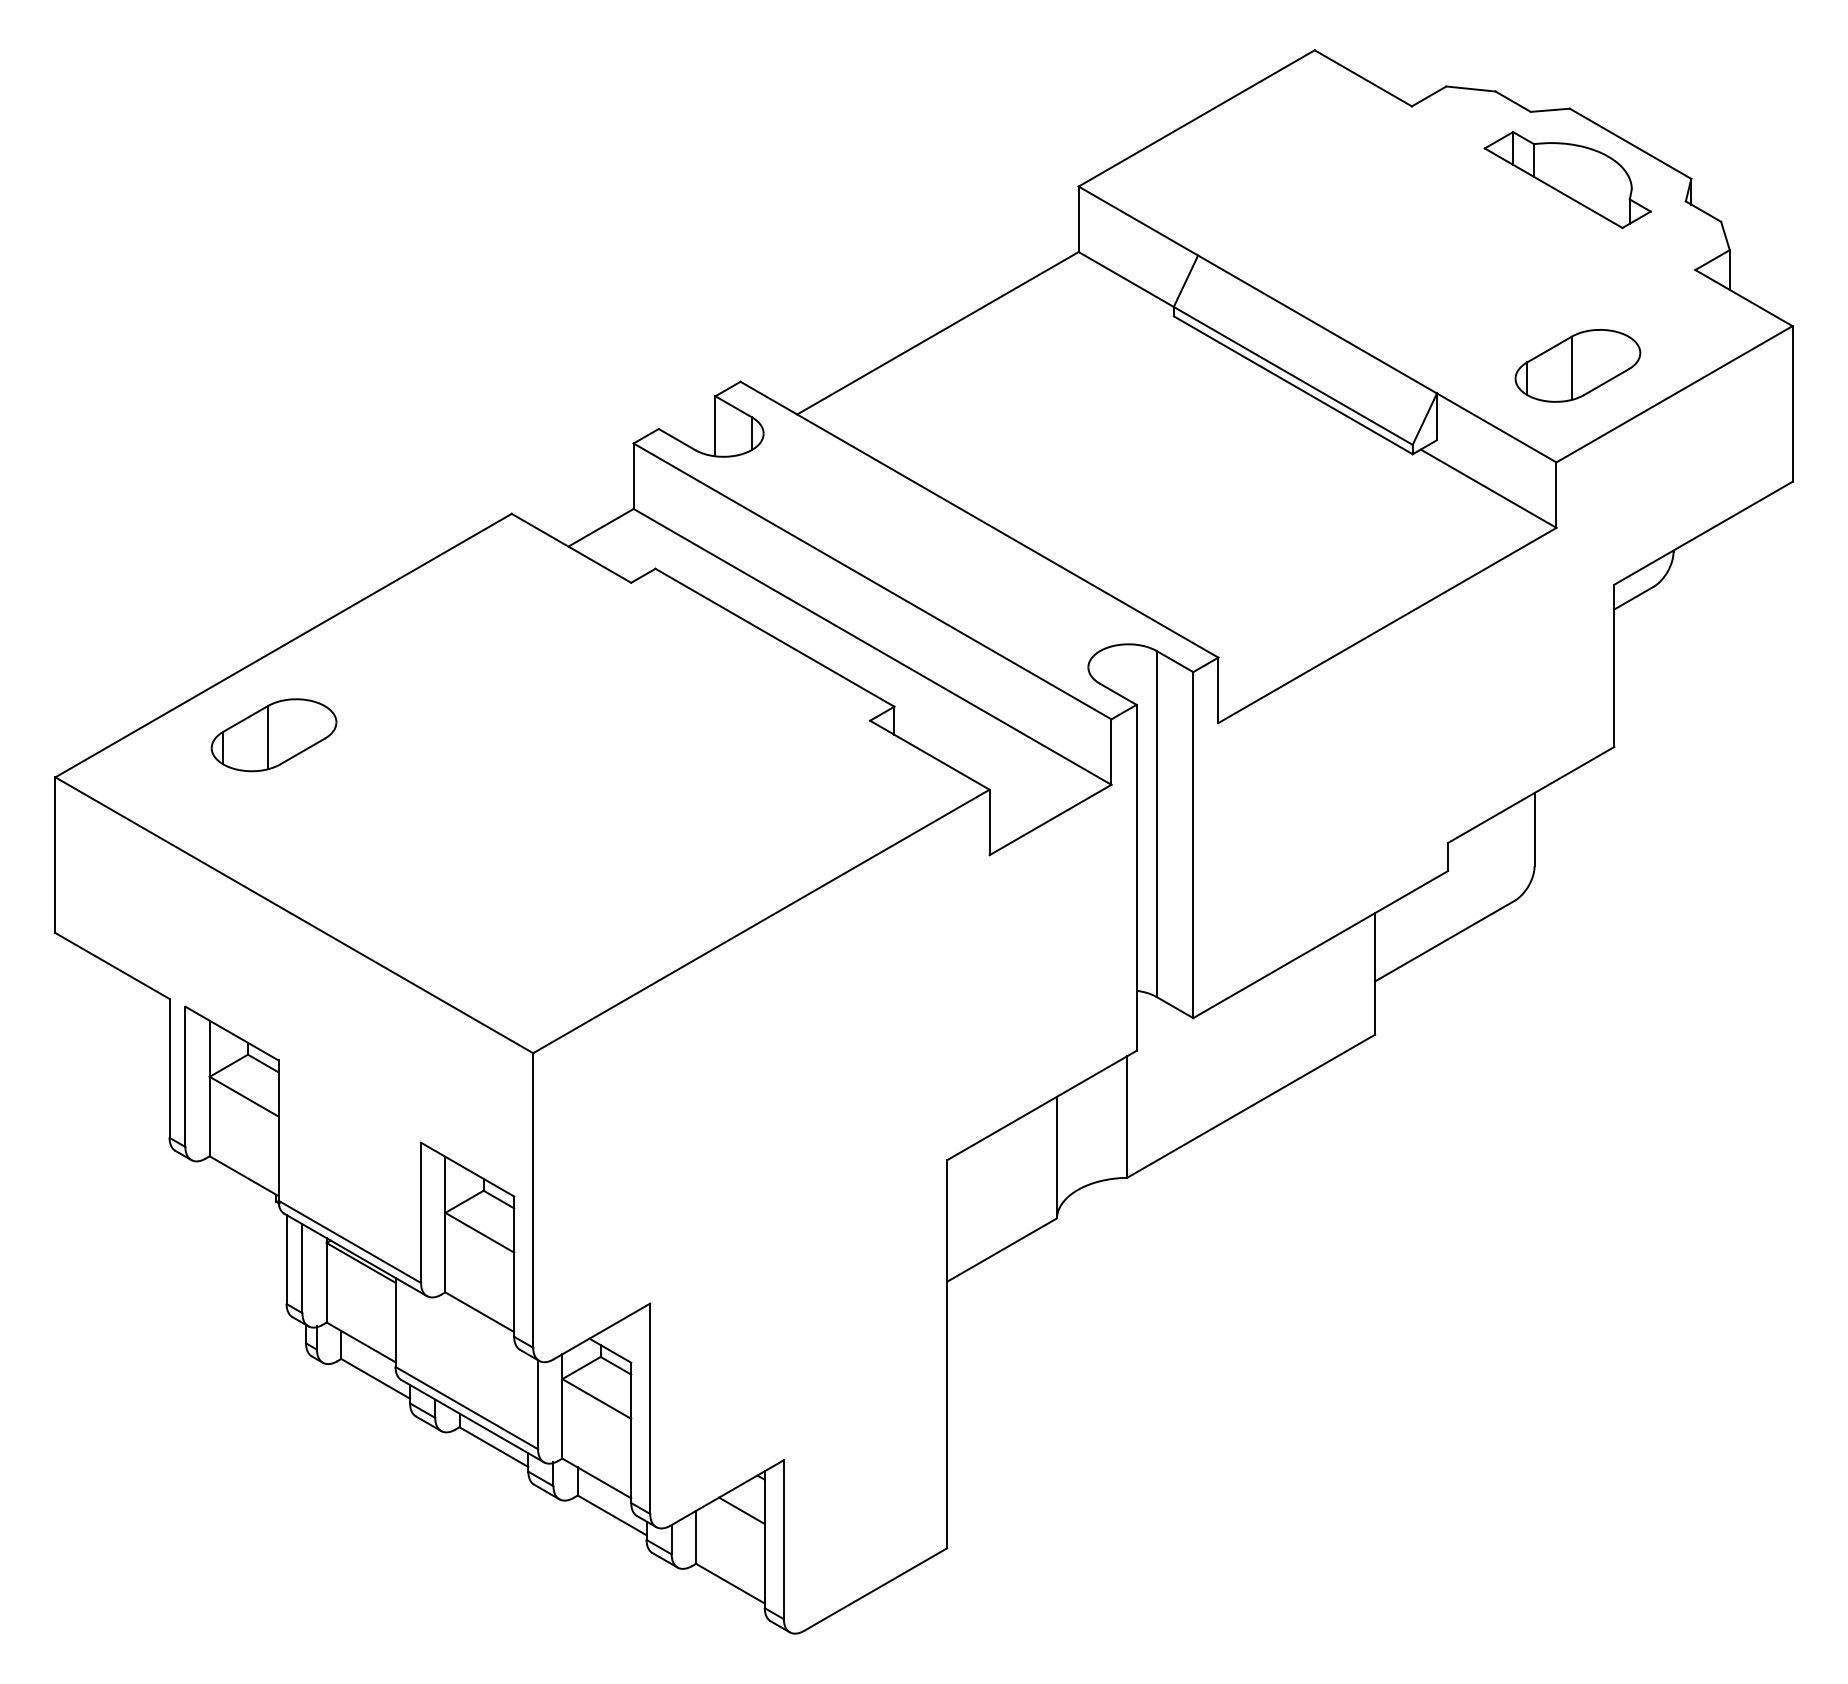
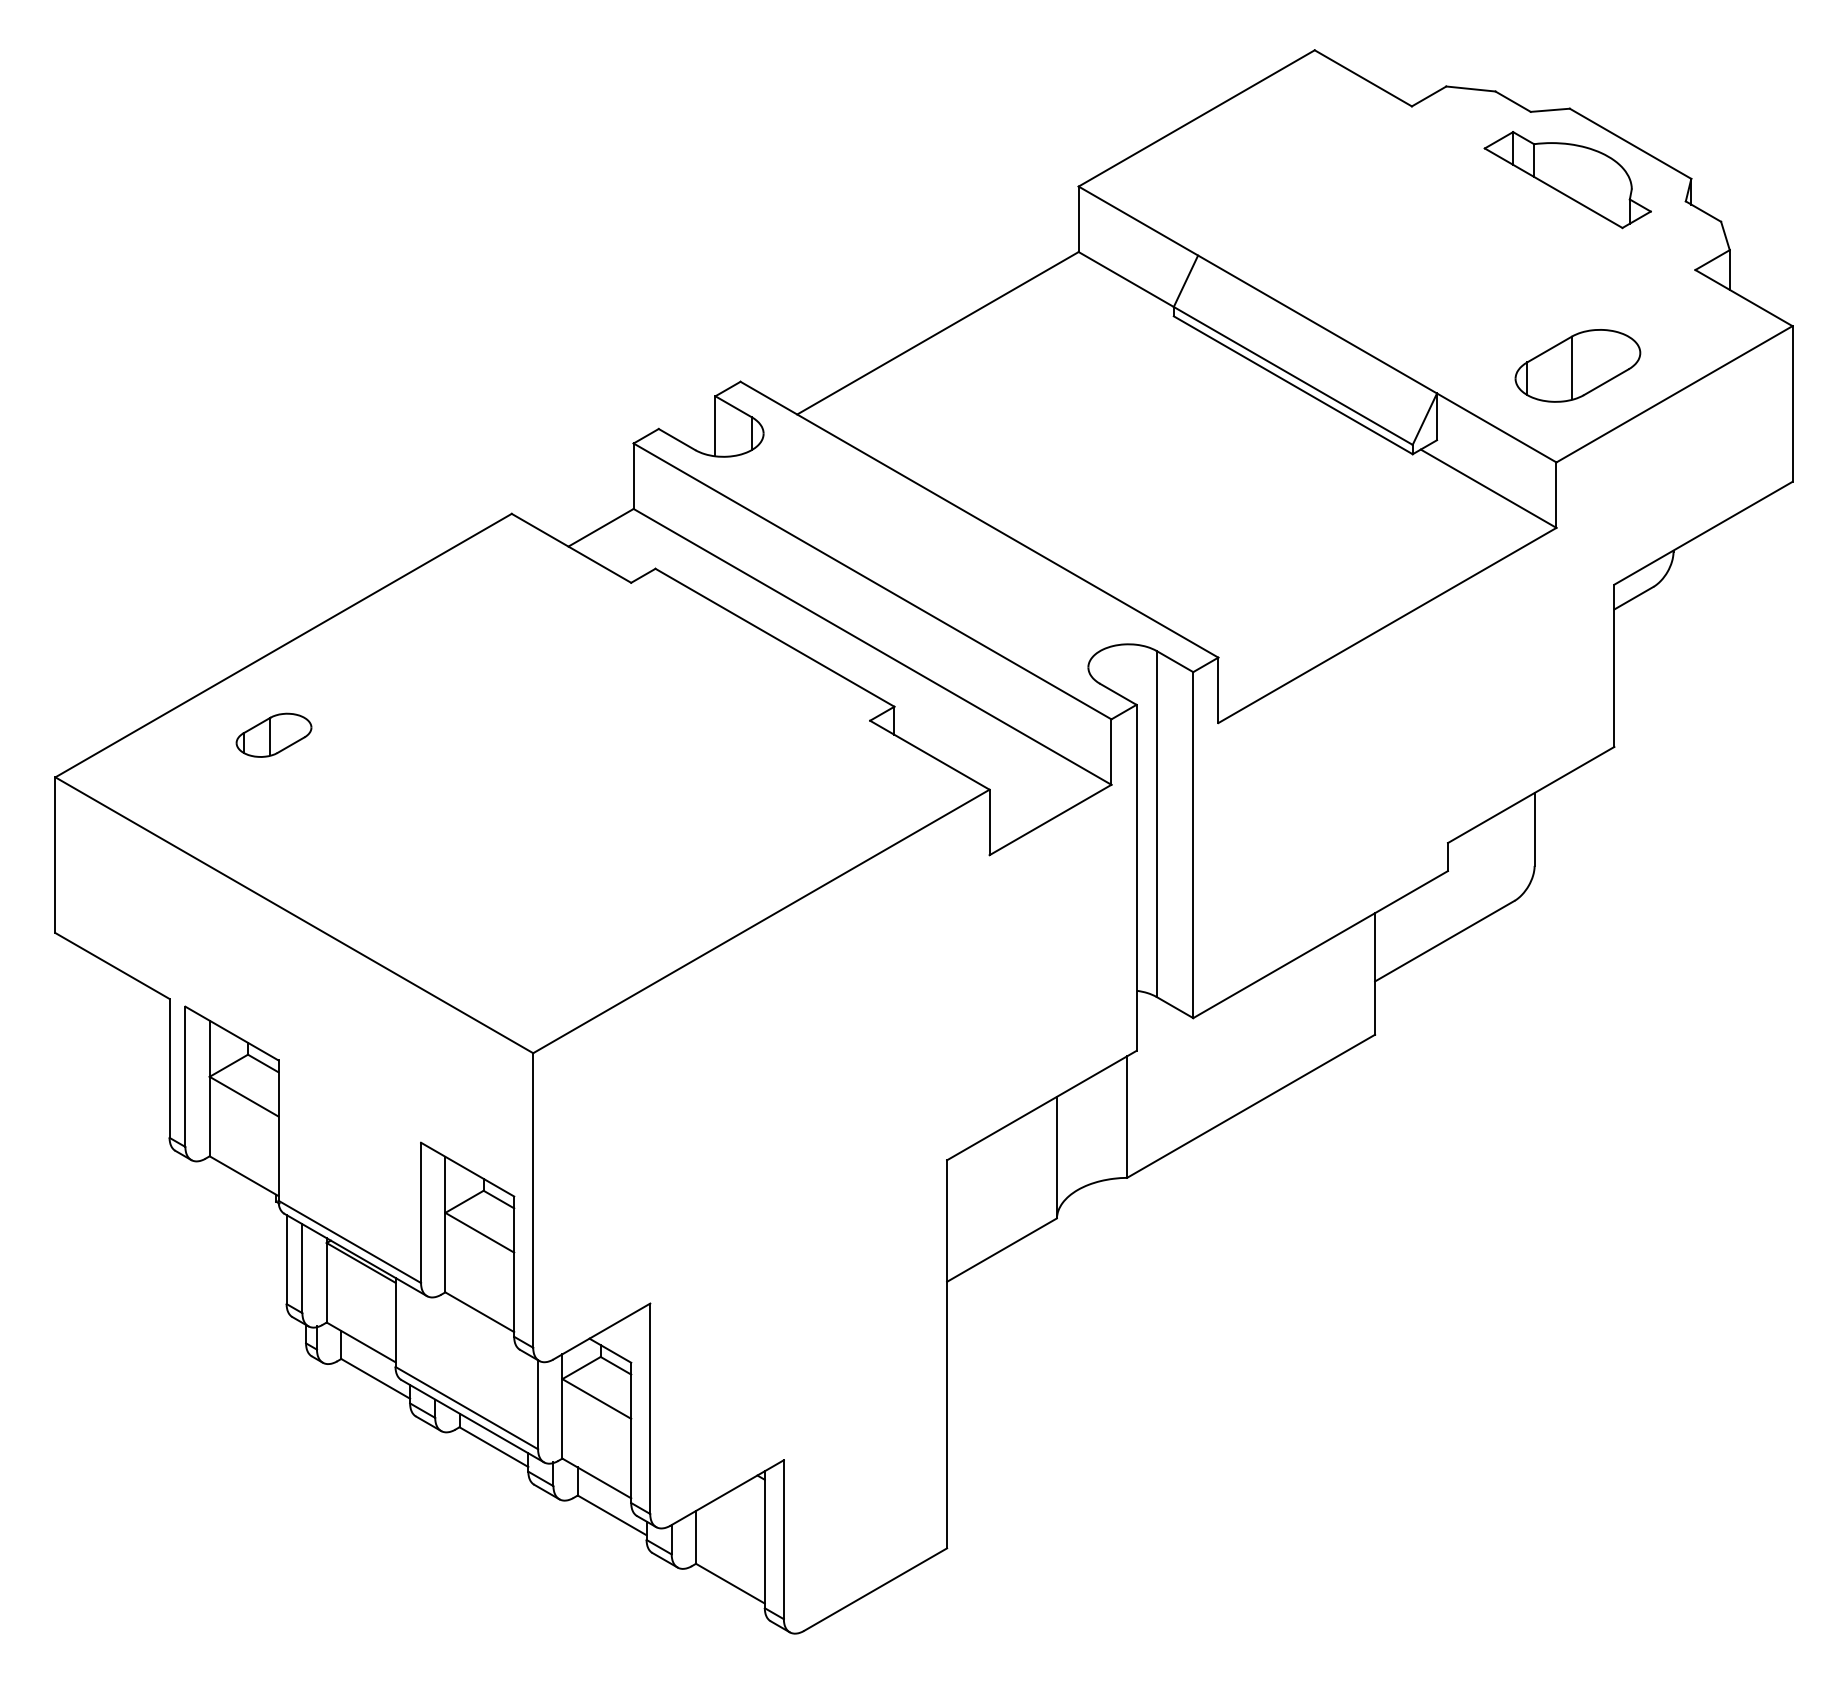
part at (273, 735) size: 128x75 px -> 78x46 px
line at (741, 1510): present -> none
